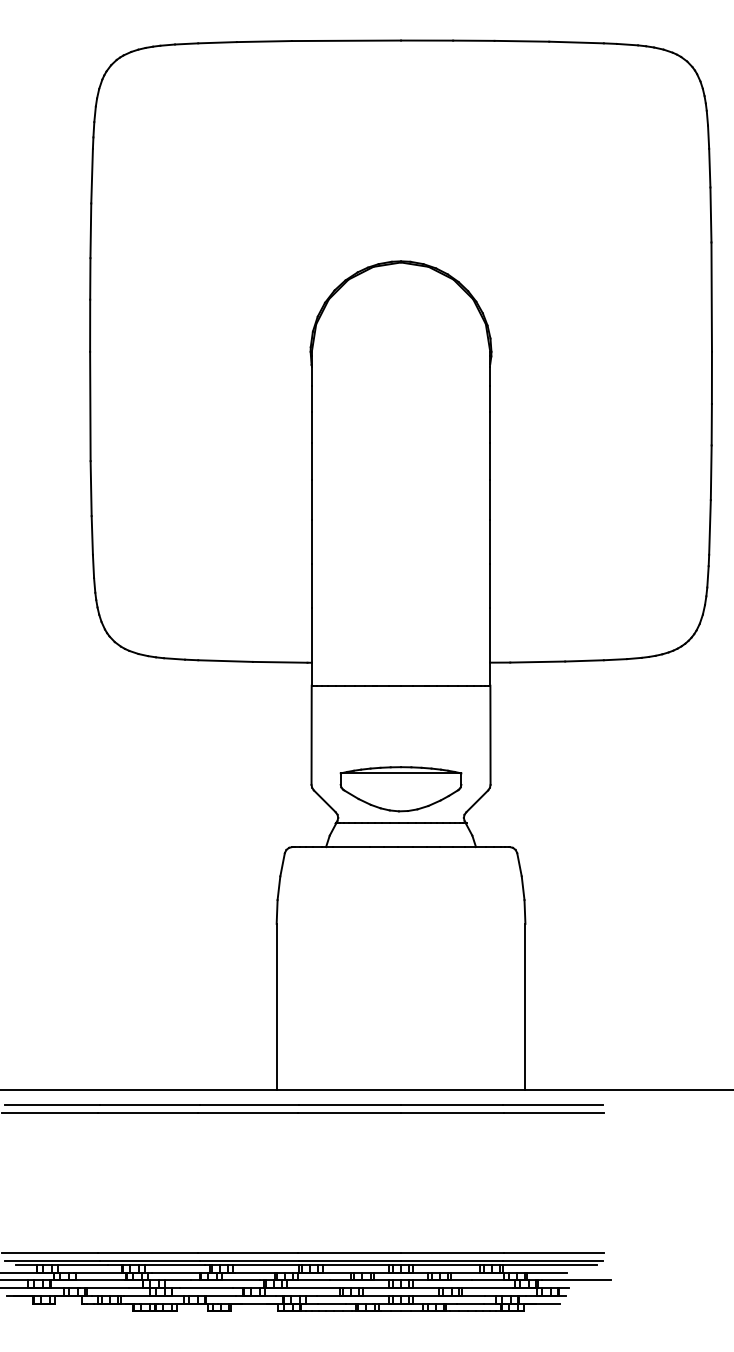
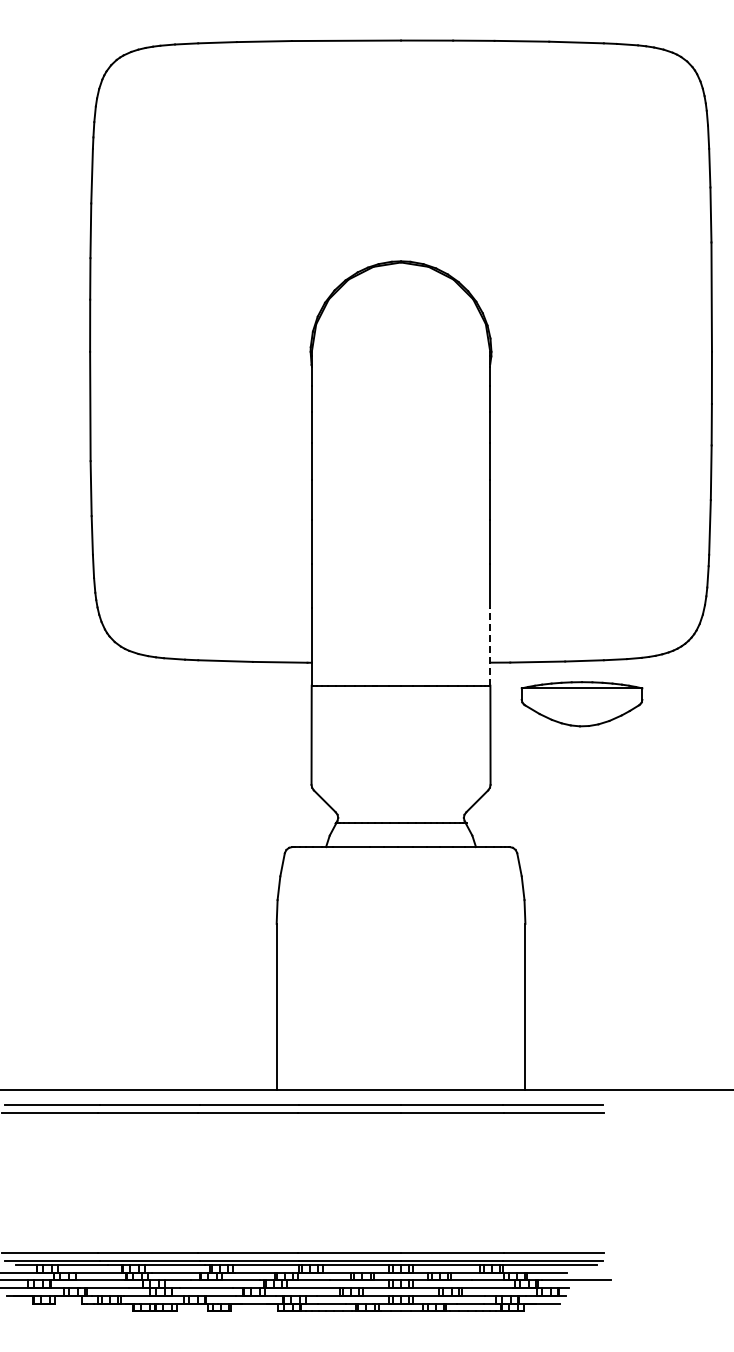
line at (490, 646): solid -> dashed
part at (400, 789) position: (400, 789) -> (581, 704)
